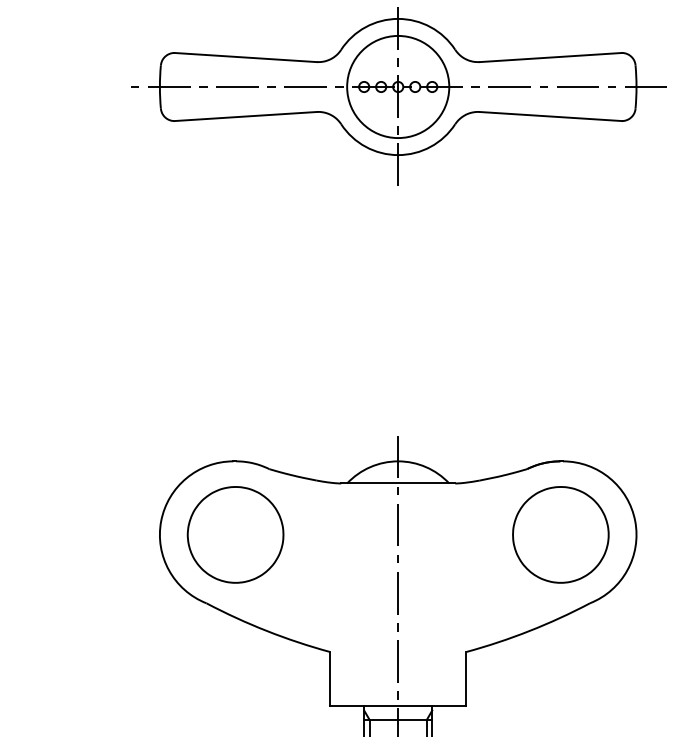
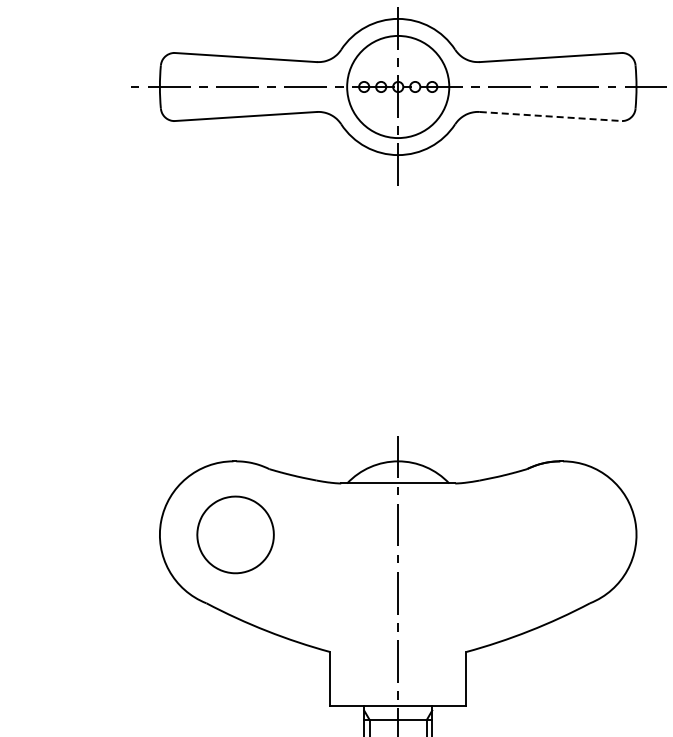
line at (551, 116): solid -> dashed
part at (235, 534) size: 99x98 px -> 79x80 px
part at (560, 534): present -> none
